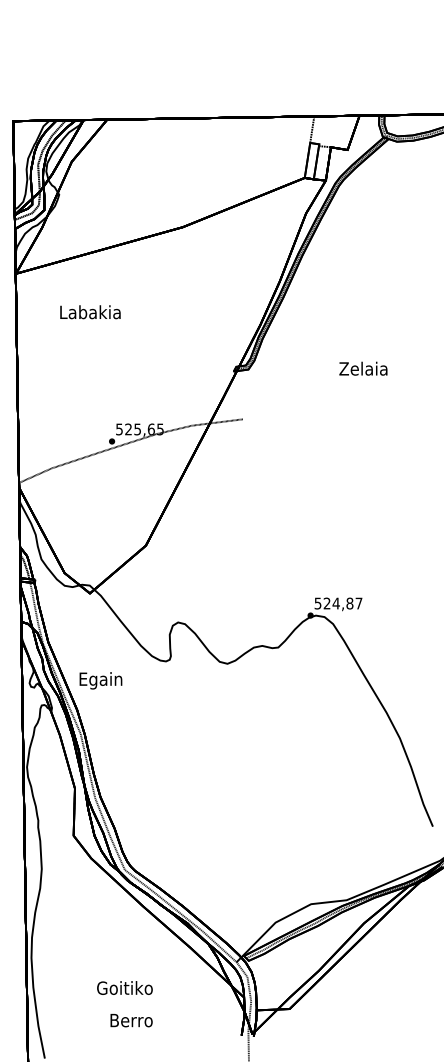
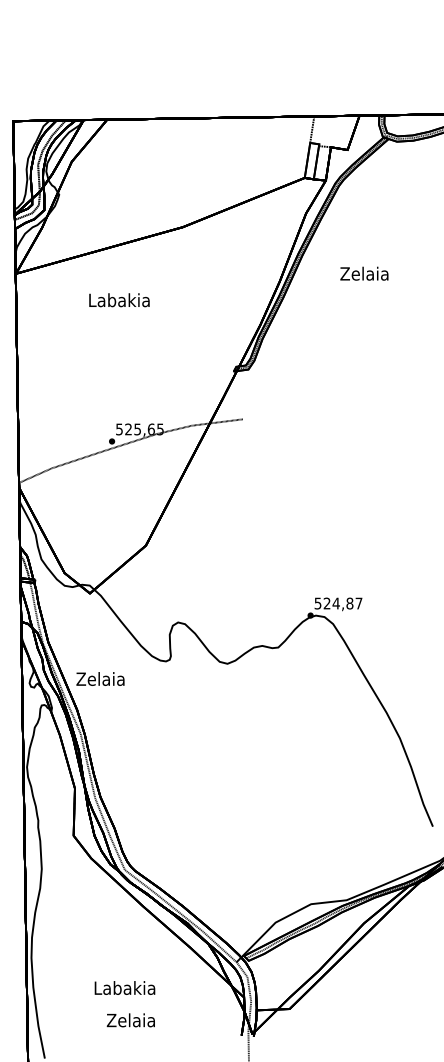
text at (90, 312) position: (90, 312) -> (119, 300)
text at (363, 368) position: (363, 368) -> (364, 273)
text at (100, 680): Egain -> Zelaia
text at (124, 987): Goitiko -> Labakia
text at (130, 1020): Berro -> Zelaia
